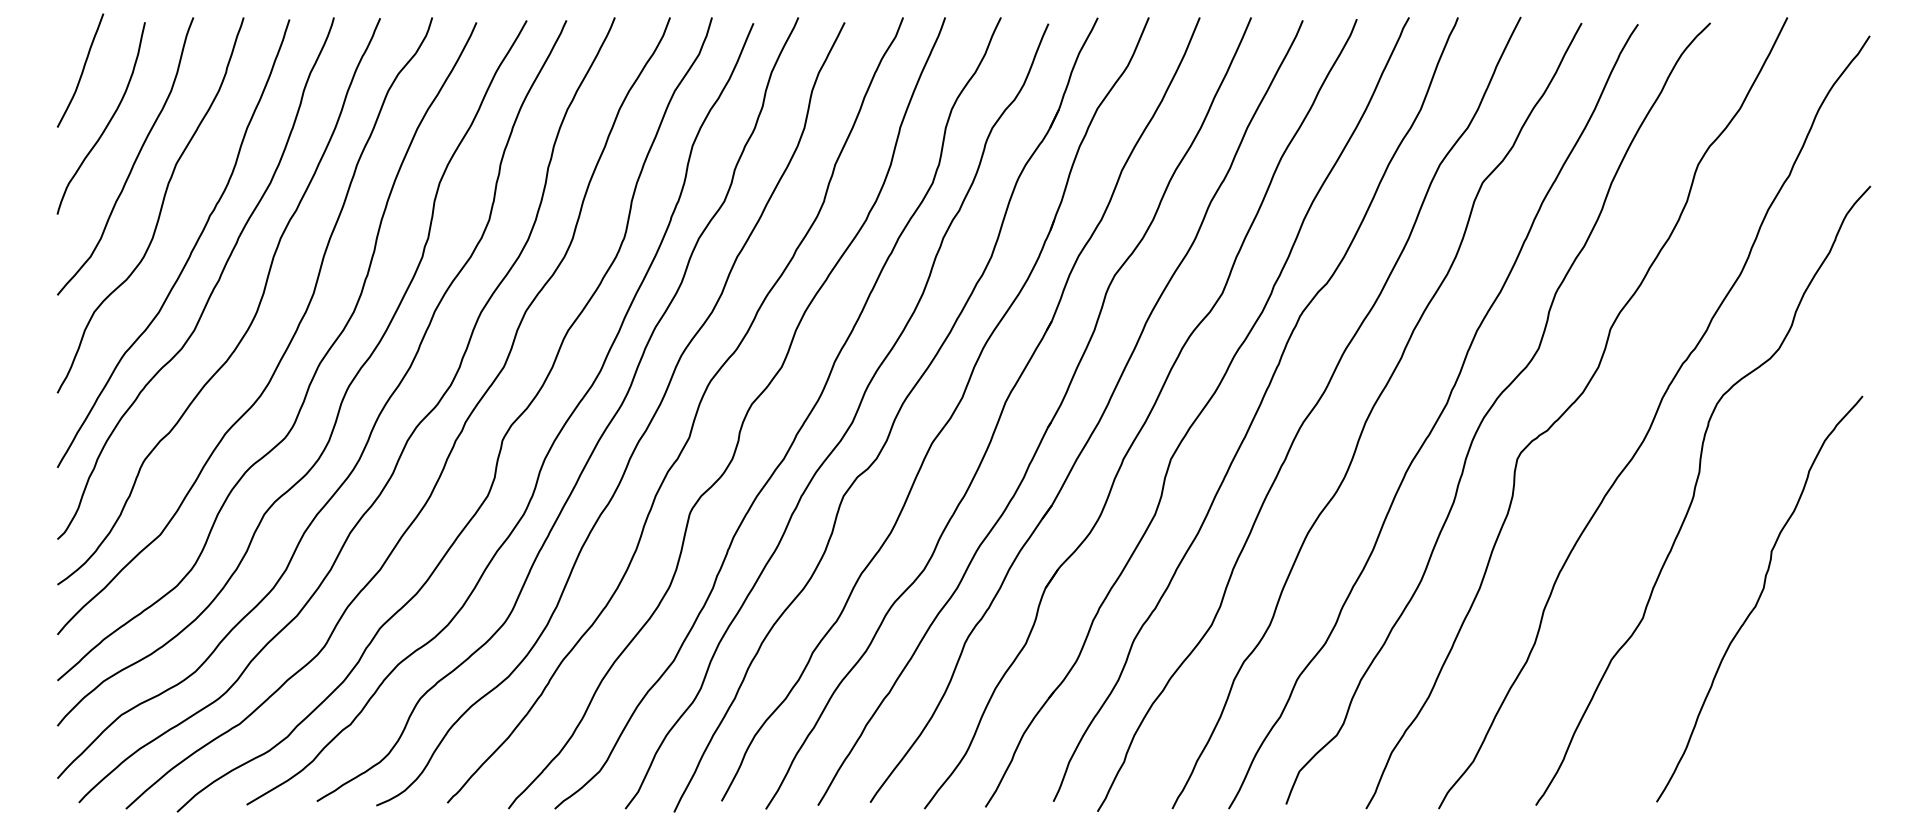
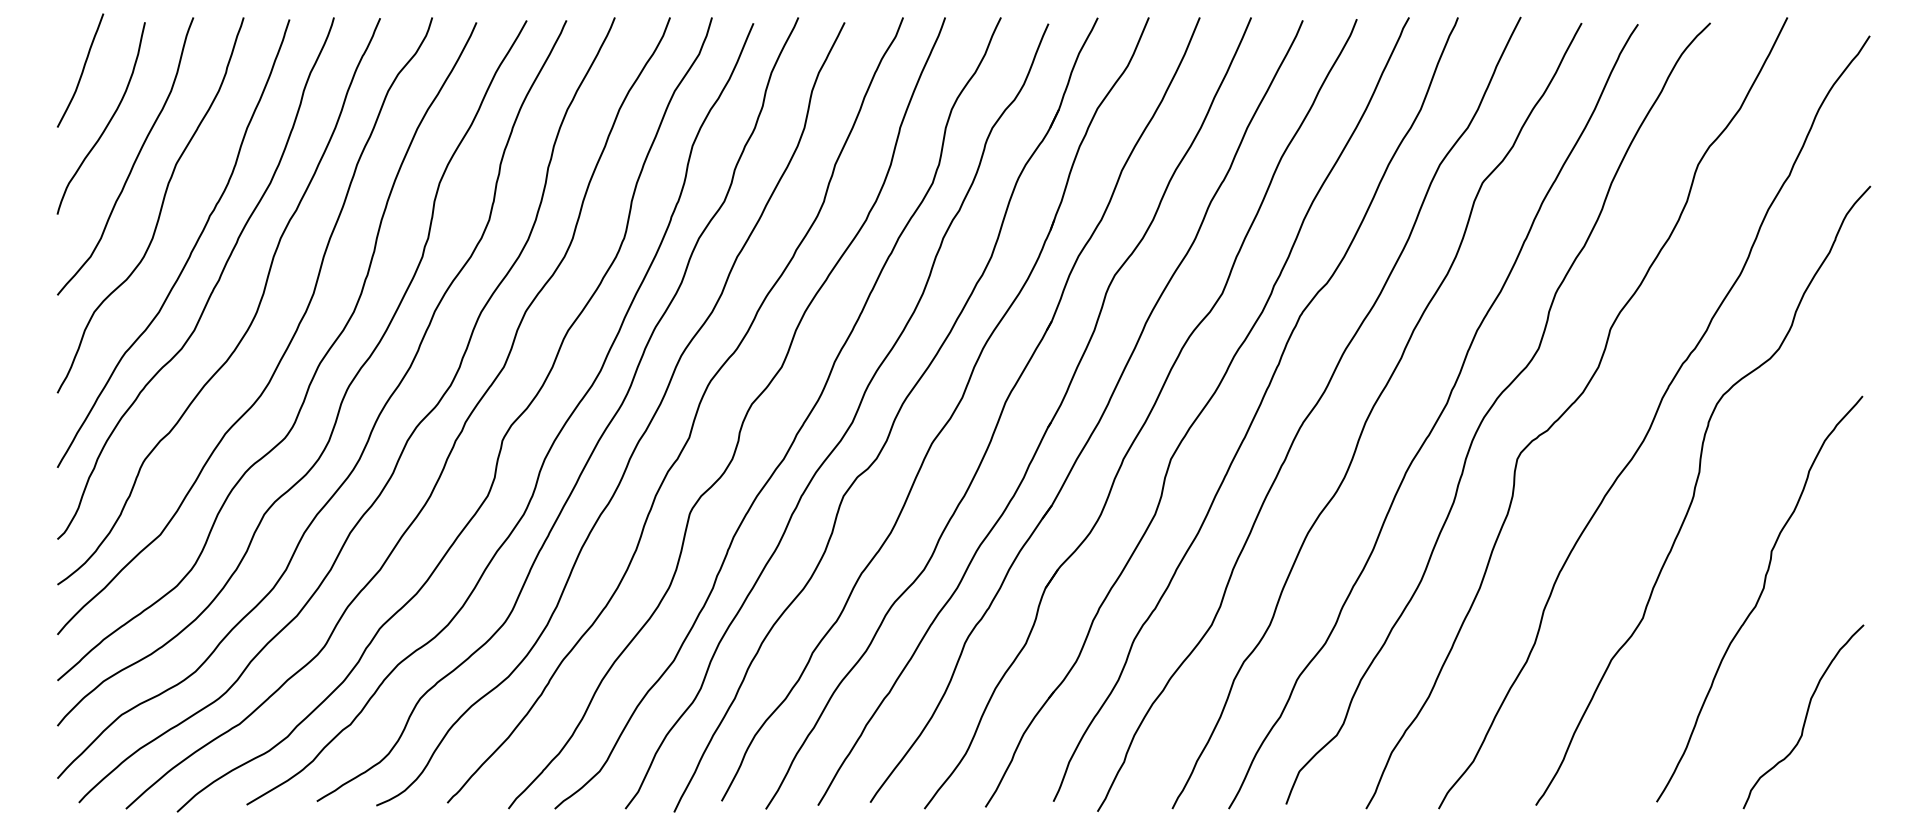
curve at (1805, 716): none -> present
